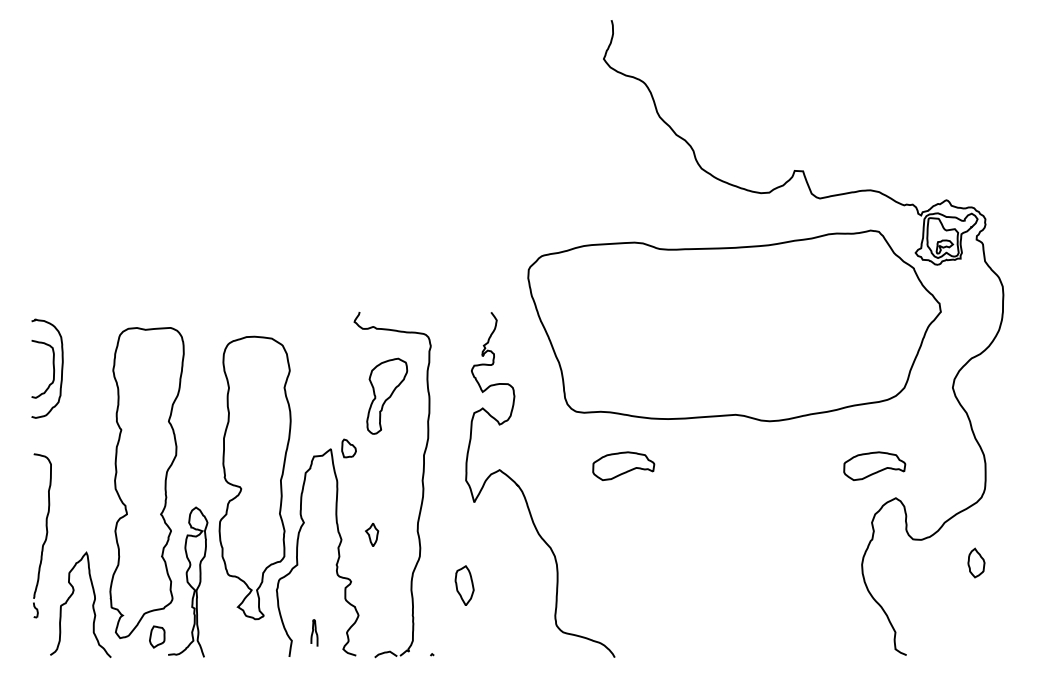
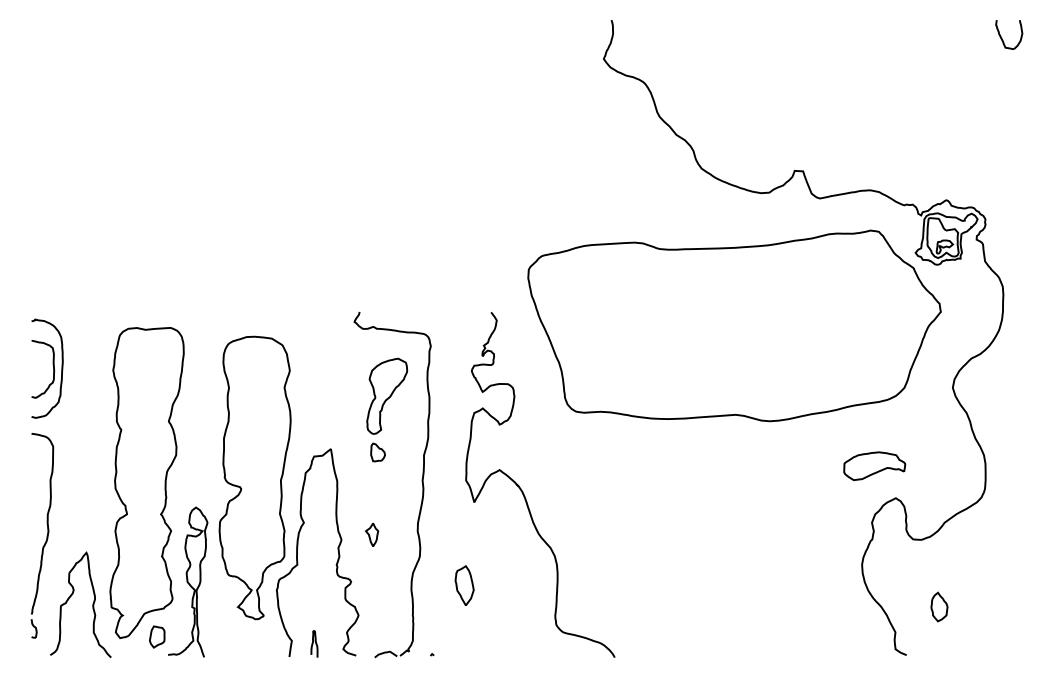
part at (1002, 38): none -> present
part at (348, 448) position: (348, 448) -> (377, 452)
part at (623, 465): present -> none
part at (42, 535) size: 19x166 px -> 25x206 px
part at (976, 562) position: (976, 562) -> (939, 606)
curve at (313, 632) position: (313, 632) -> (313, 643)
